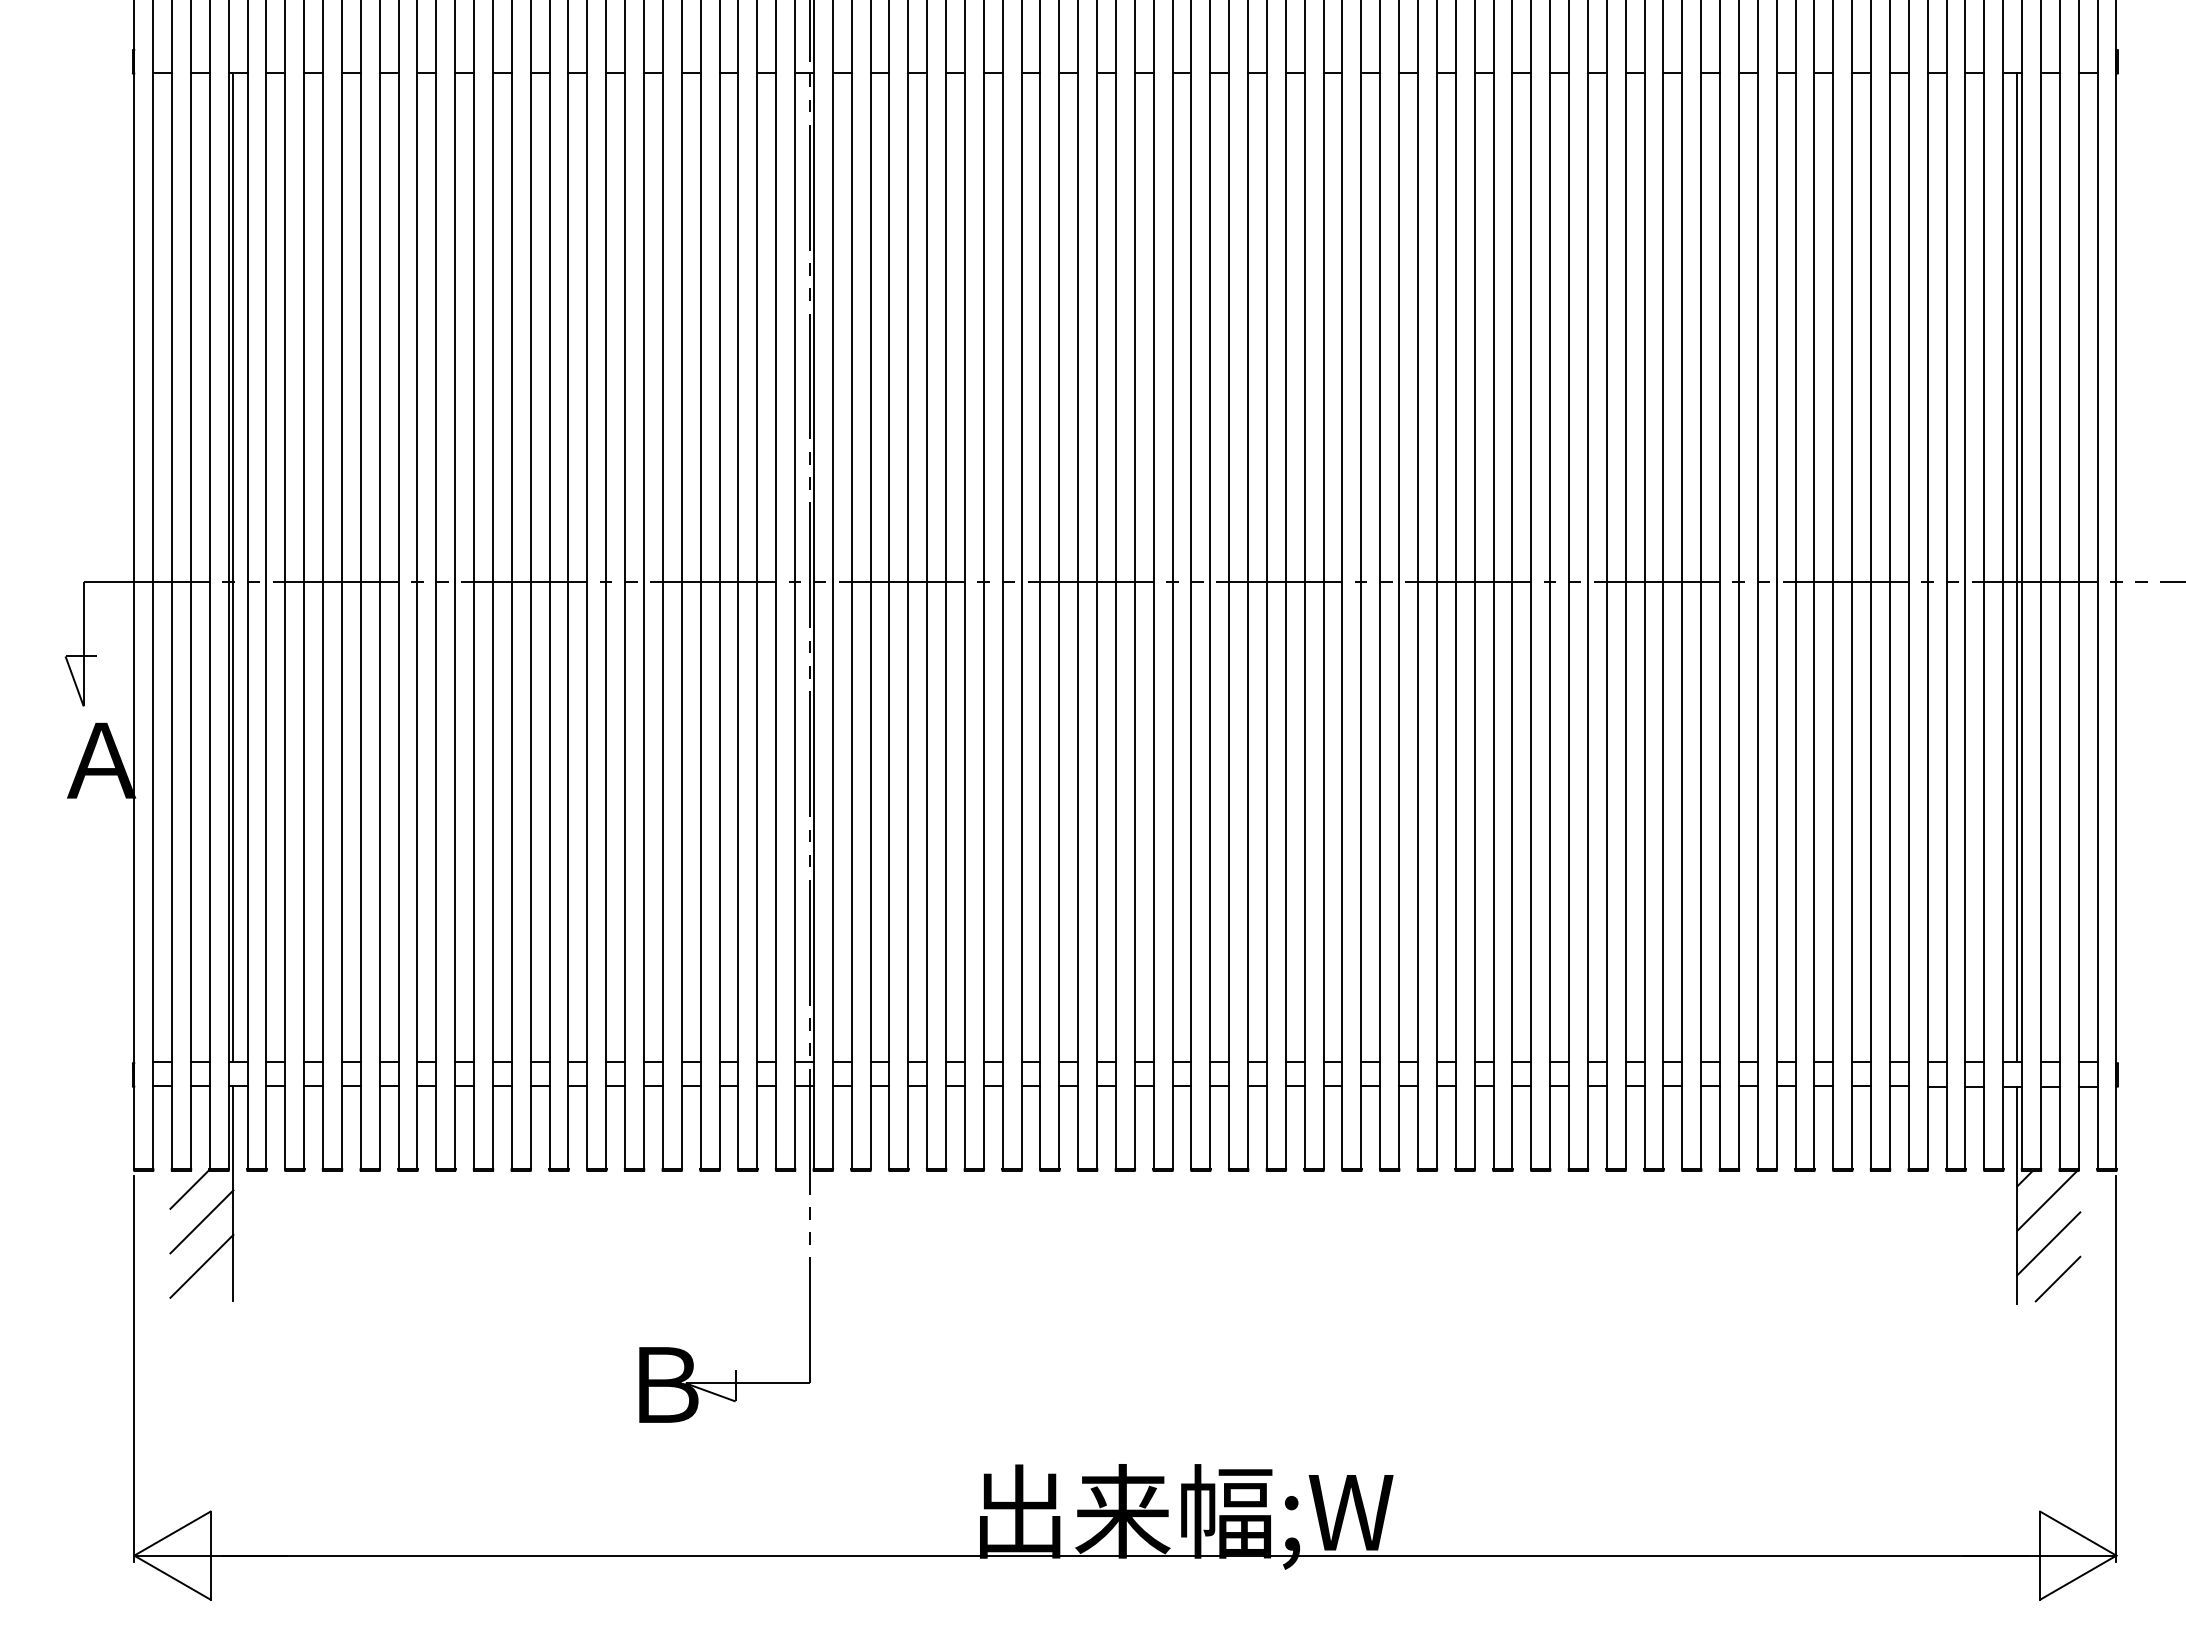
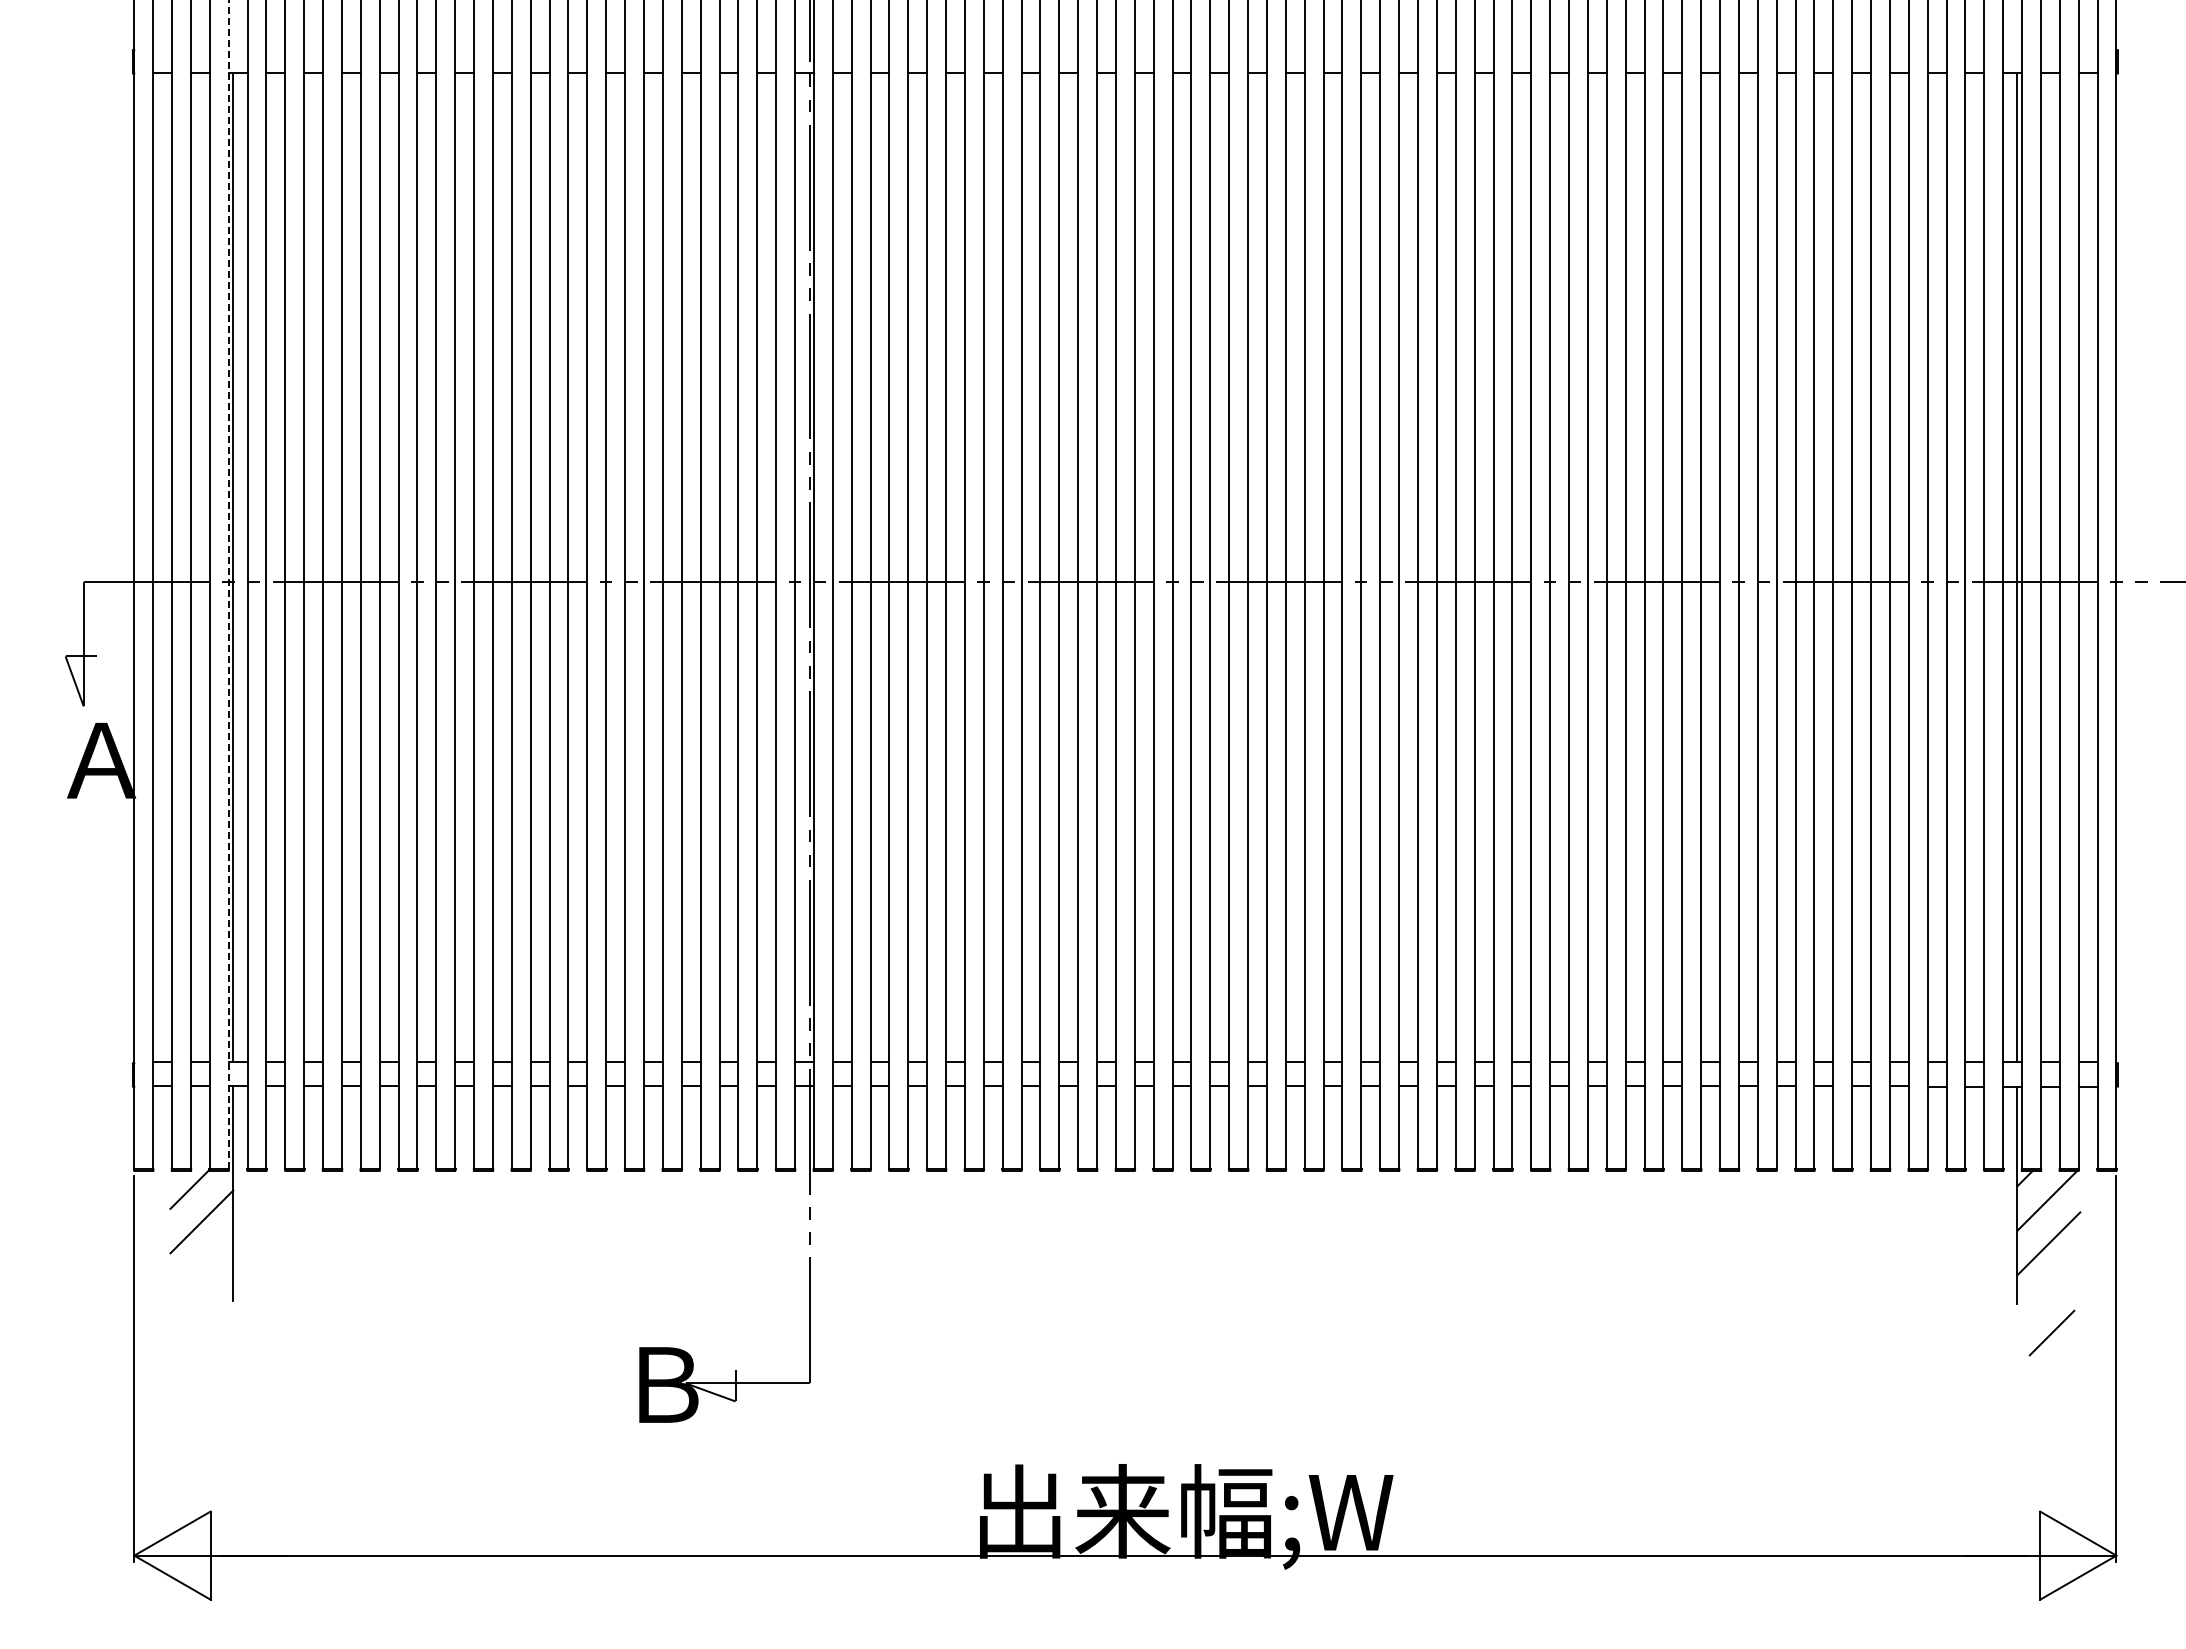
line at (228, 584): solid -> dashed
line at (201, 1265): present -> none
line at (2057, 1278) position: (2057, 1278) -> (2051, 1332)
